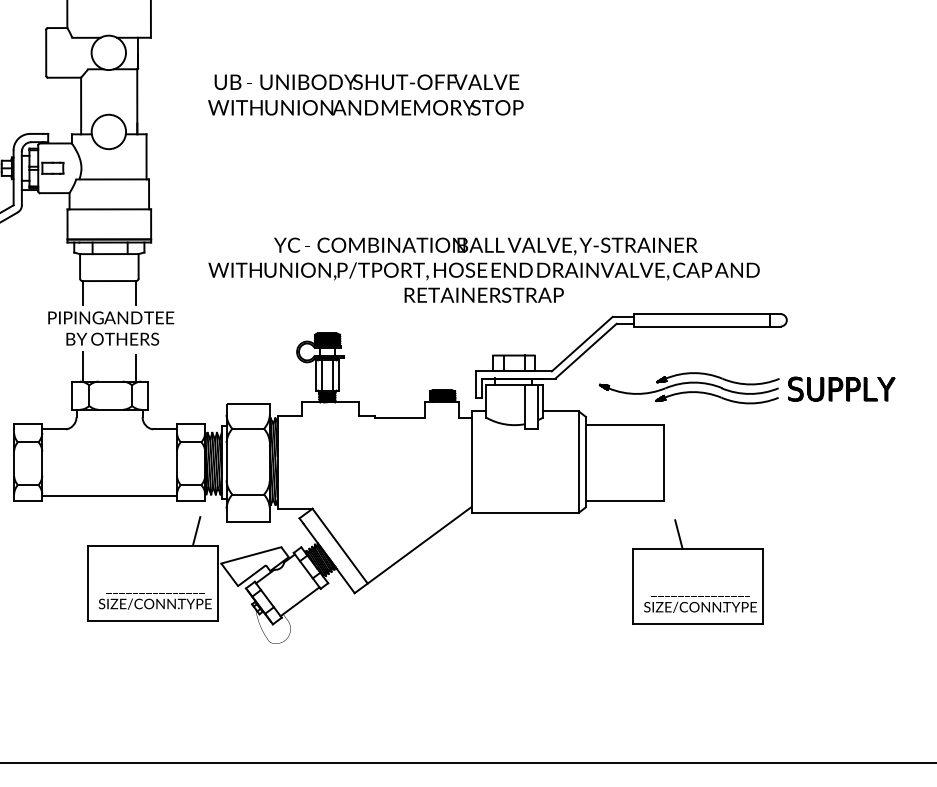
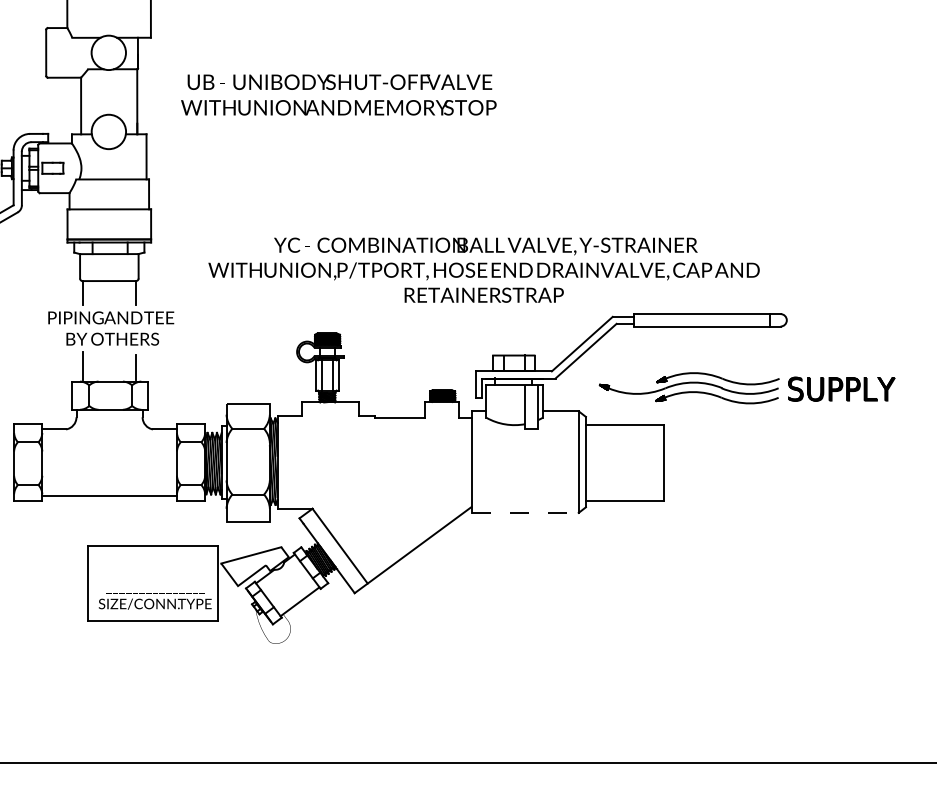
text at (365, 94) position: (365, 94) -> (338, 94)
line at (525, 512): solid -> dashed
line at (196, 531): present -> none
part at (697, 571): present -> none
